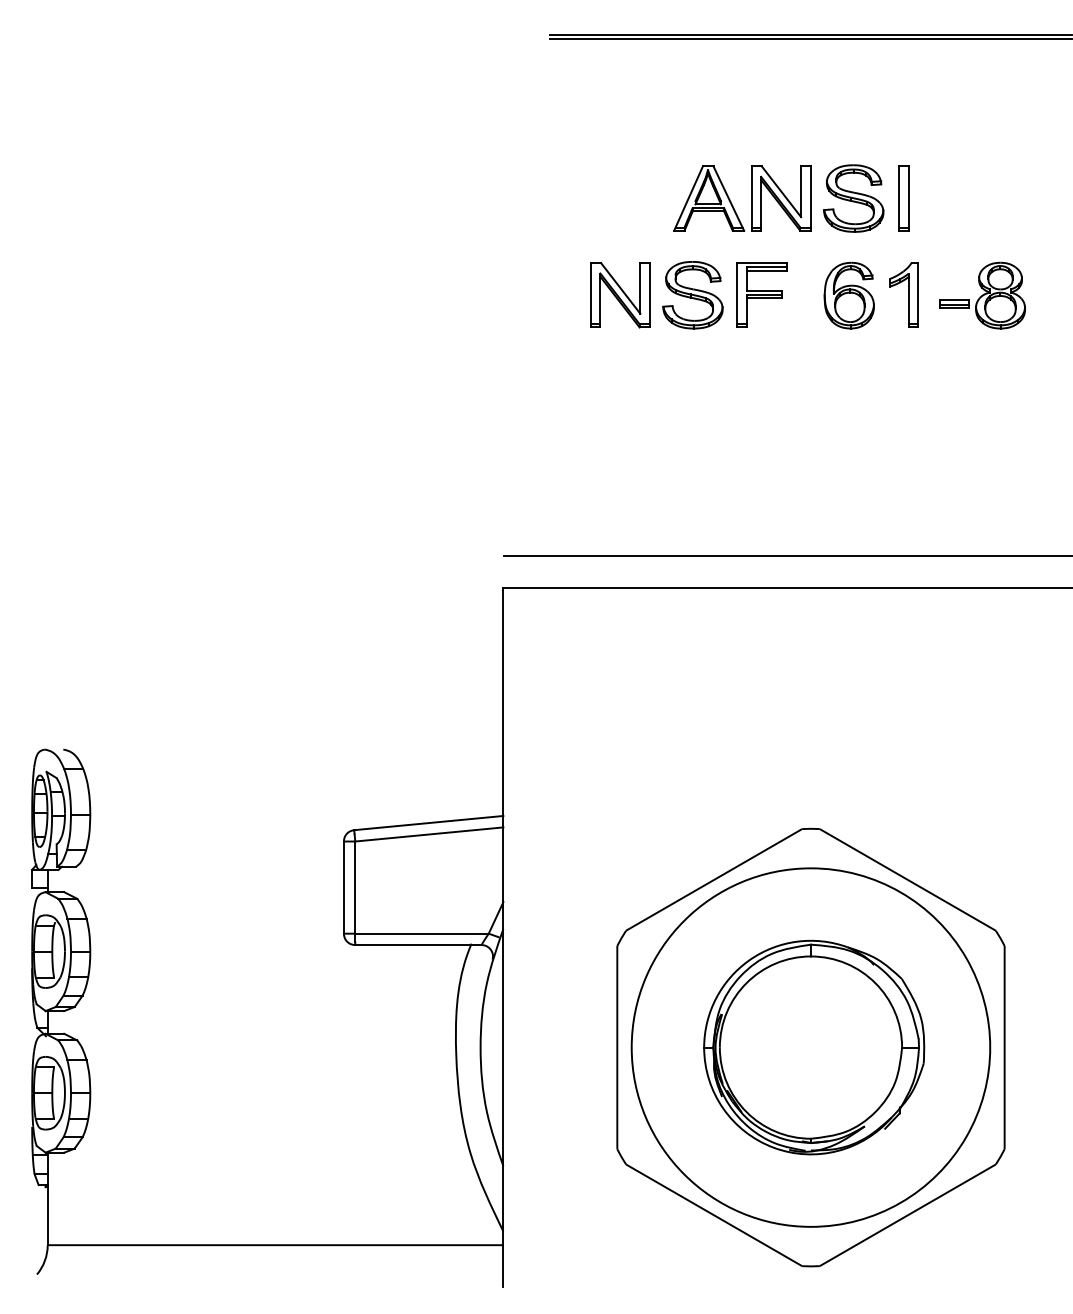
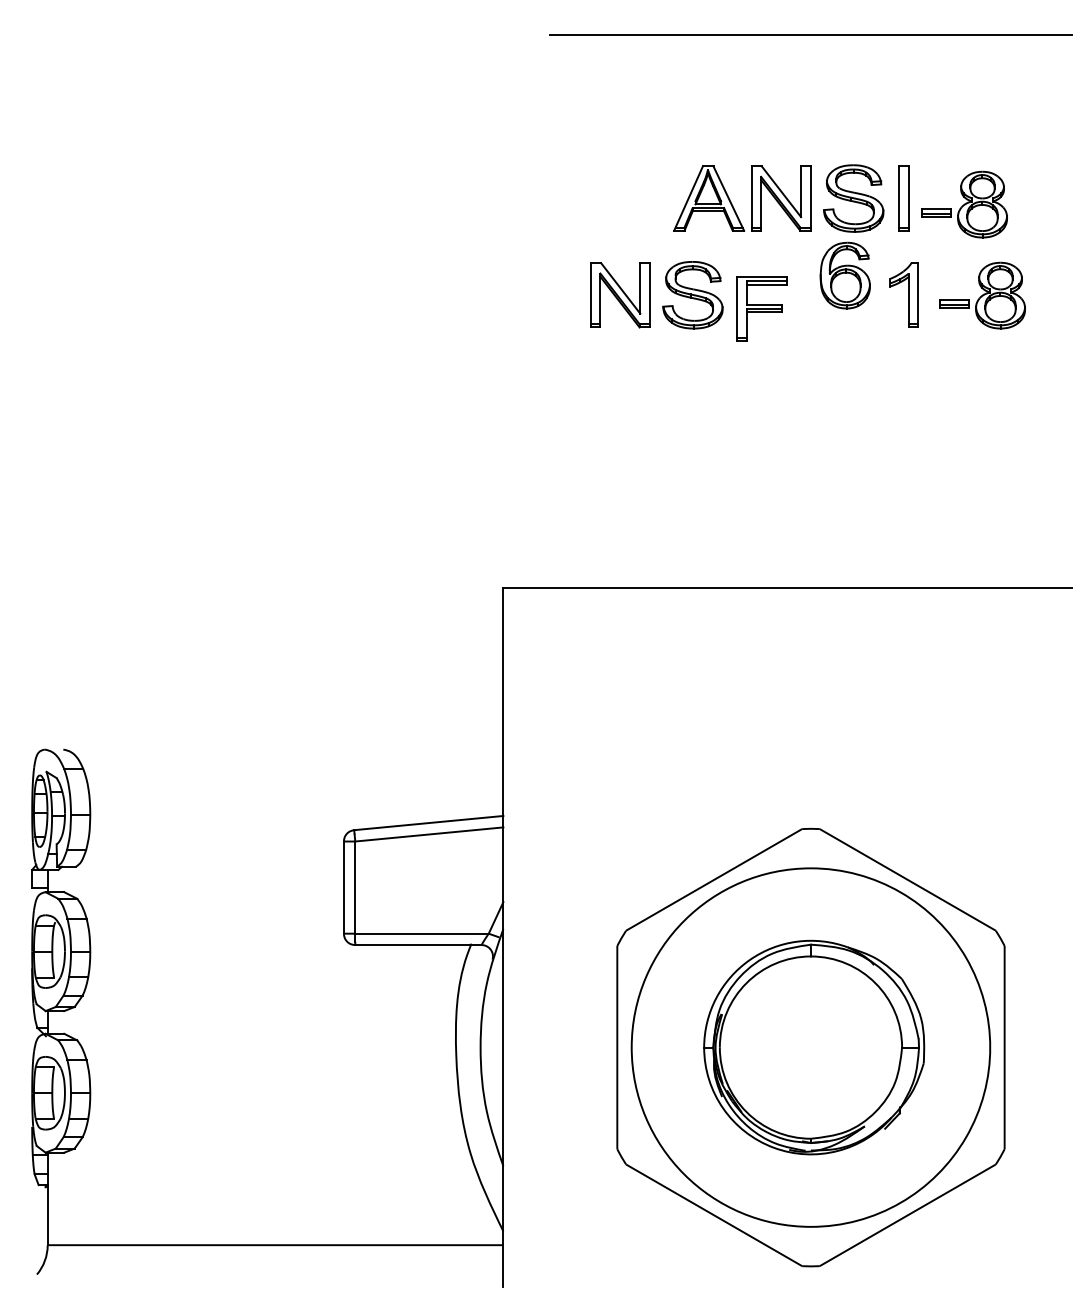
line at (809, 39): present -> none
part at (964, 204): none -> present
part at (761, 294) position: (761, 294) -> (761, 308)
part at (848, 295) position: (848, 295) -> (844, 275)
line at (786, 555): present -> none
